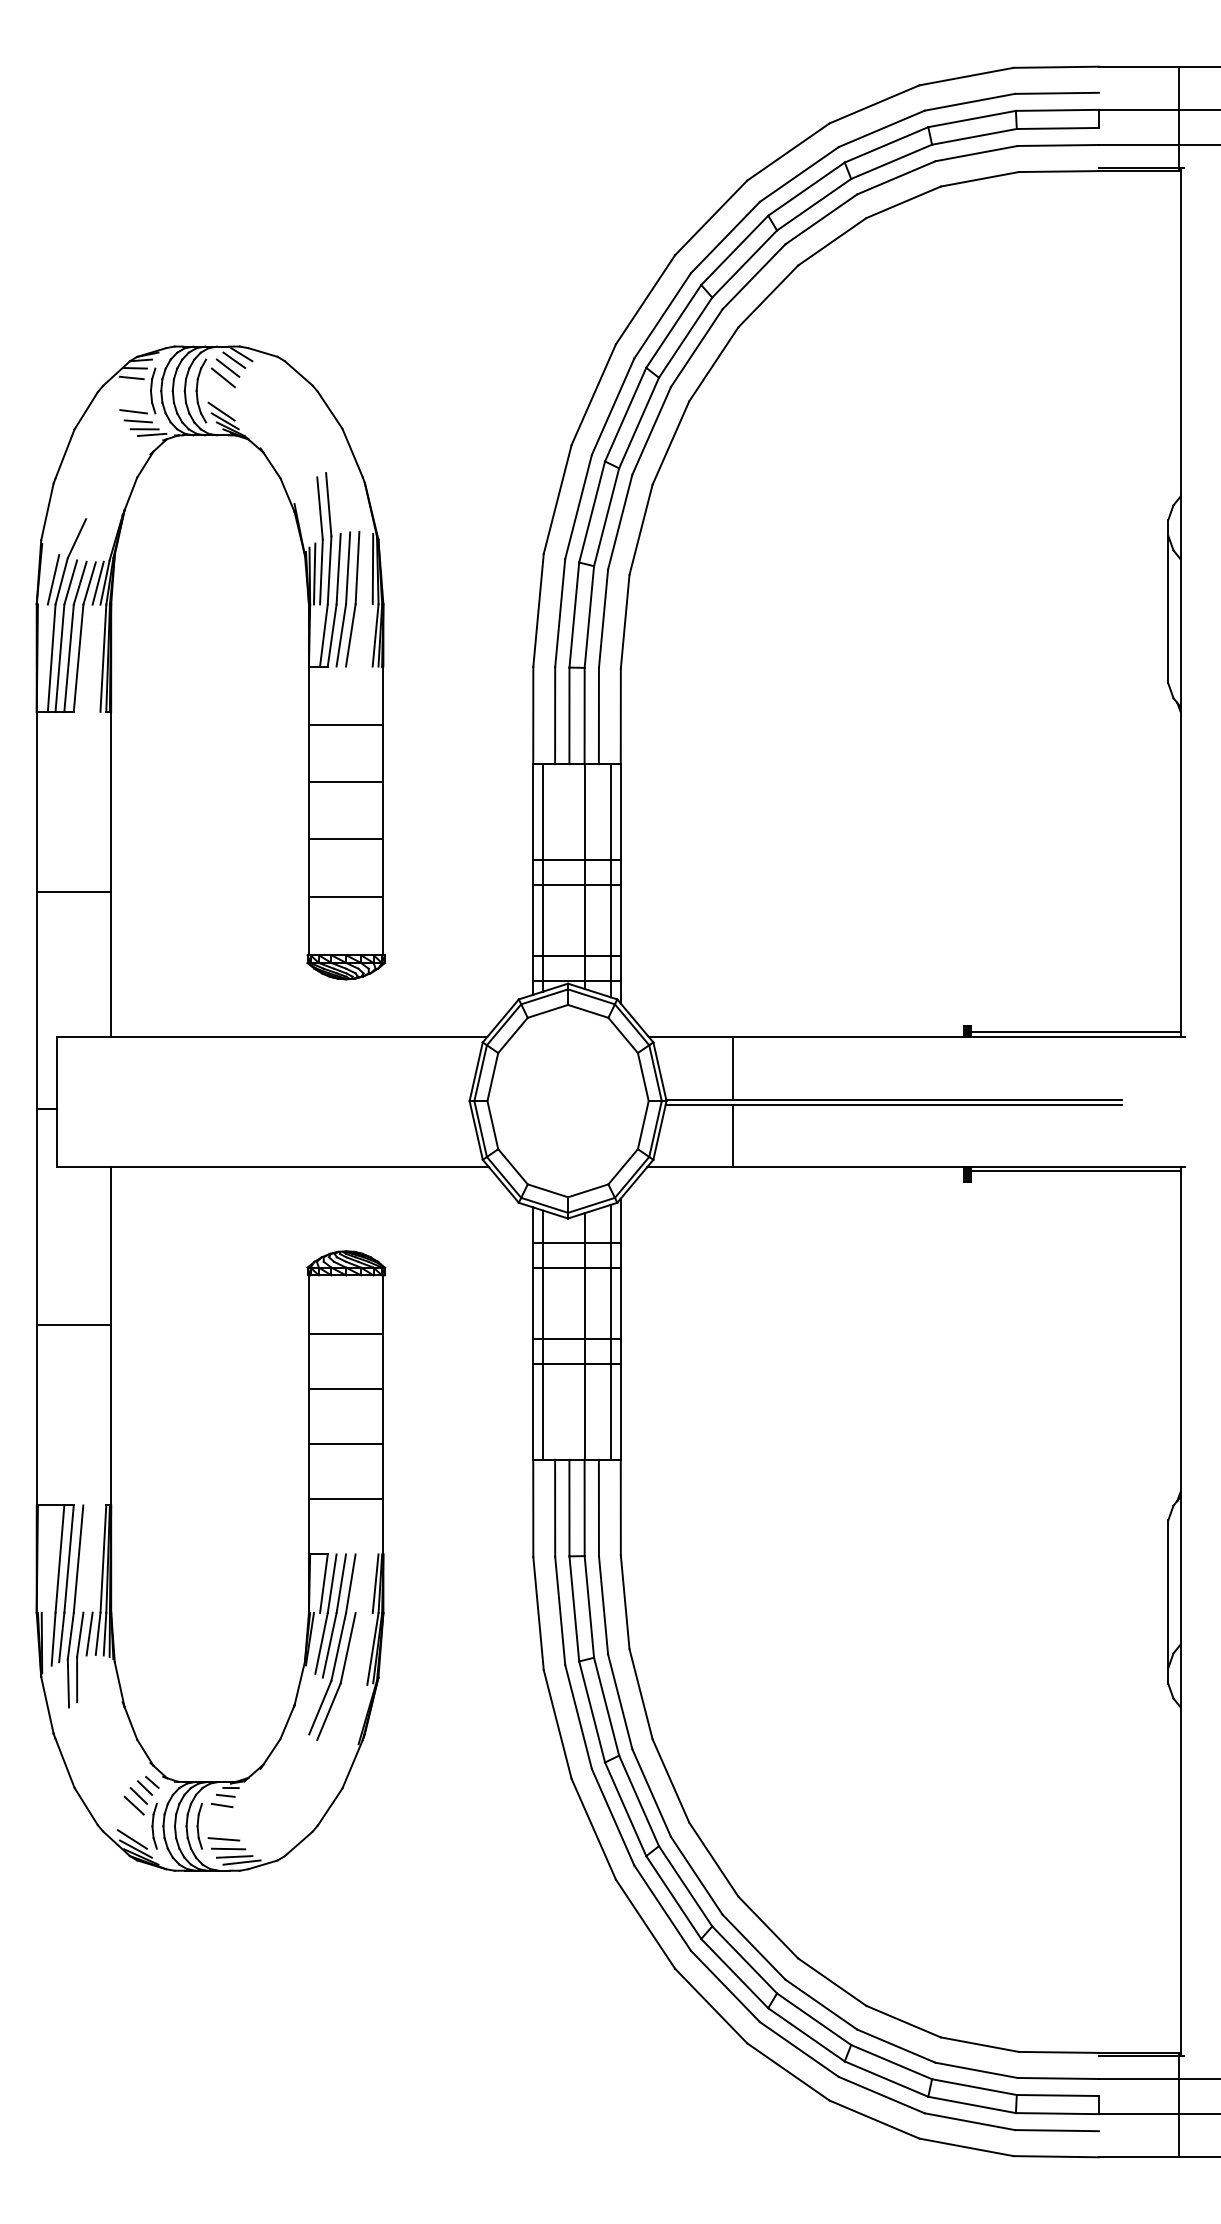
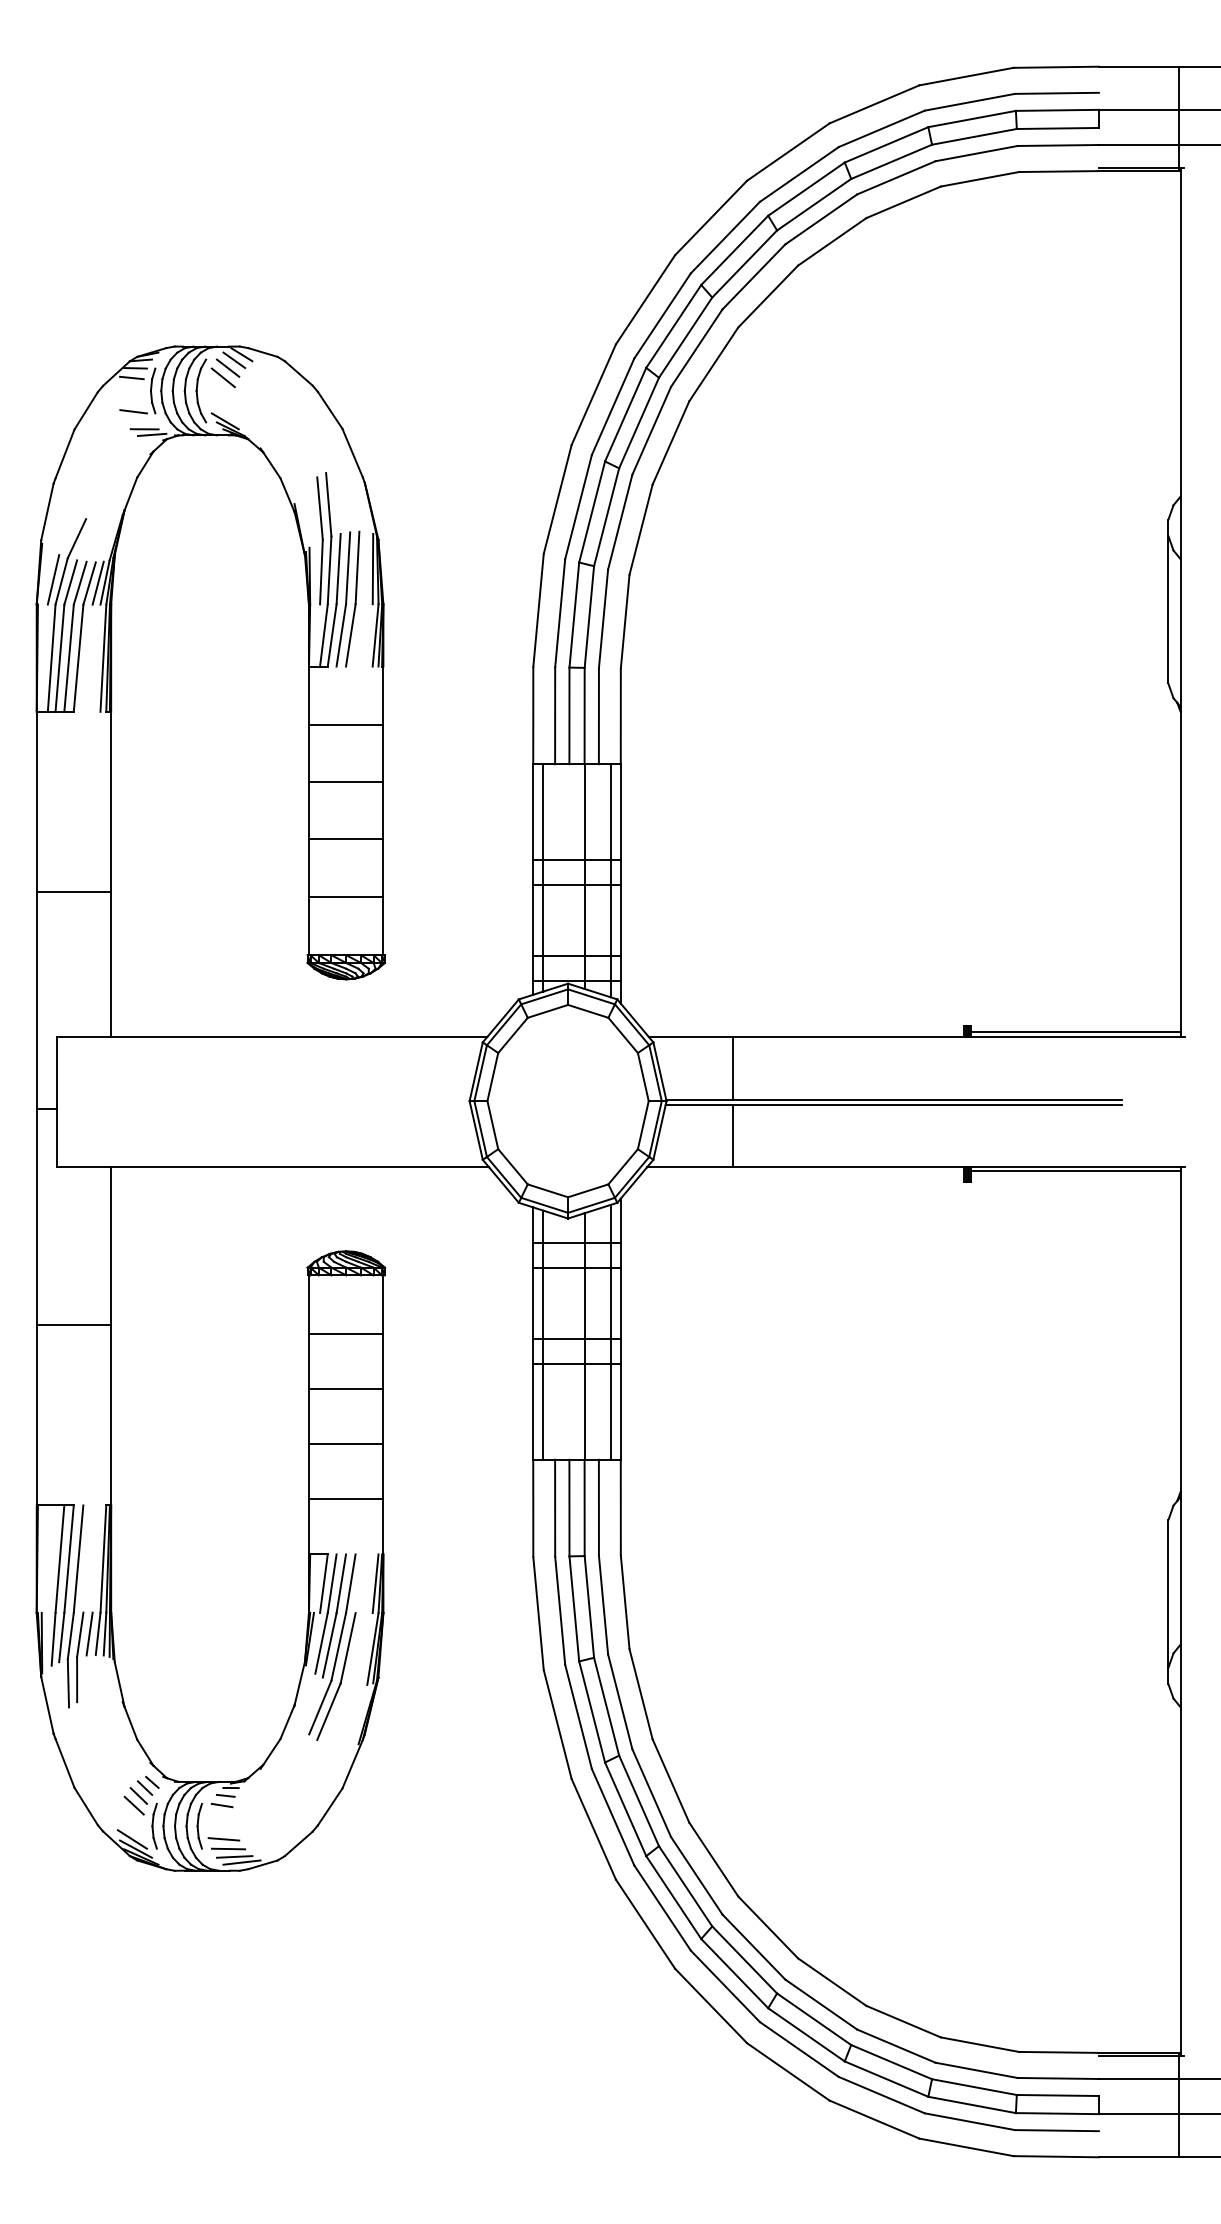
line at (221, 411): present -> none
line at (138, 421): present -> none
line at (314, 573): present -> none
